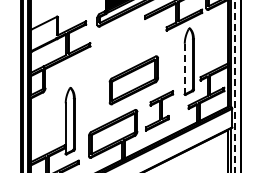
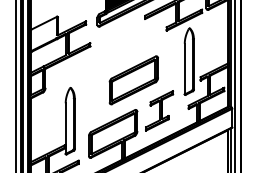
line at (184, 69): dashed -> solid
line at (15, 85): none -> present
line at (235, 86): dashed -> solid
